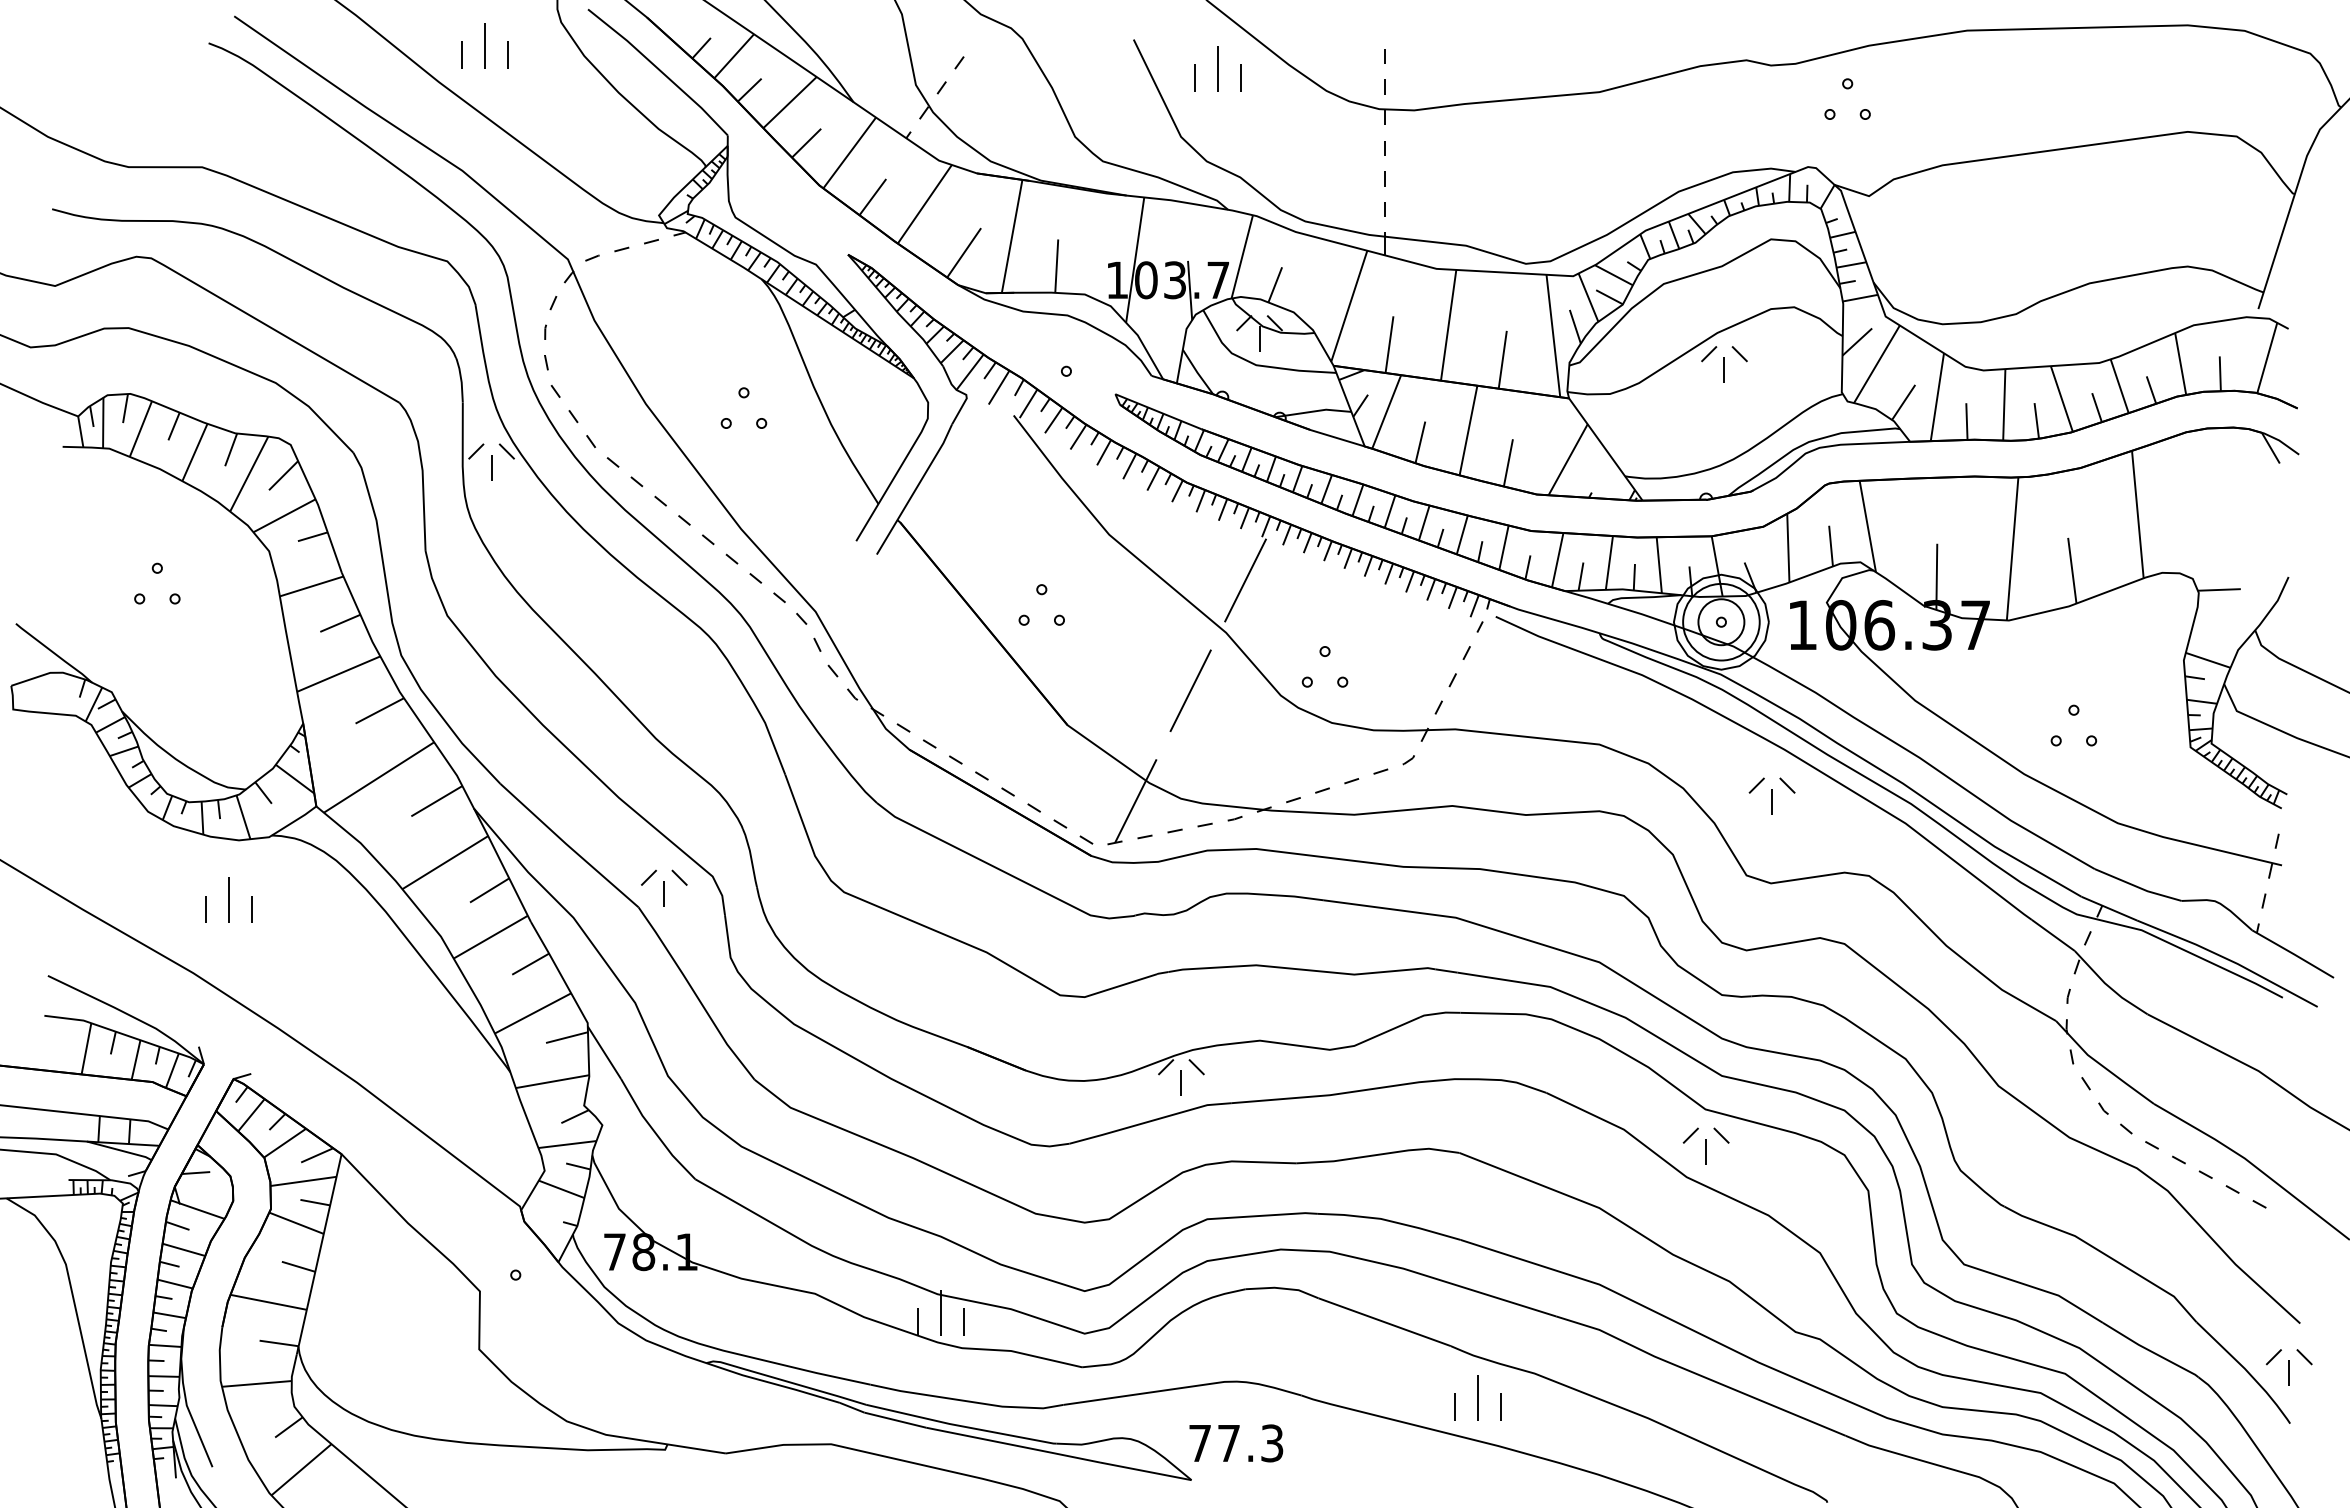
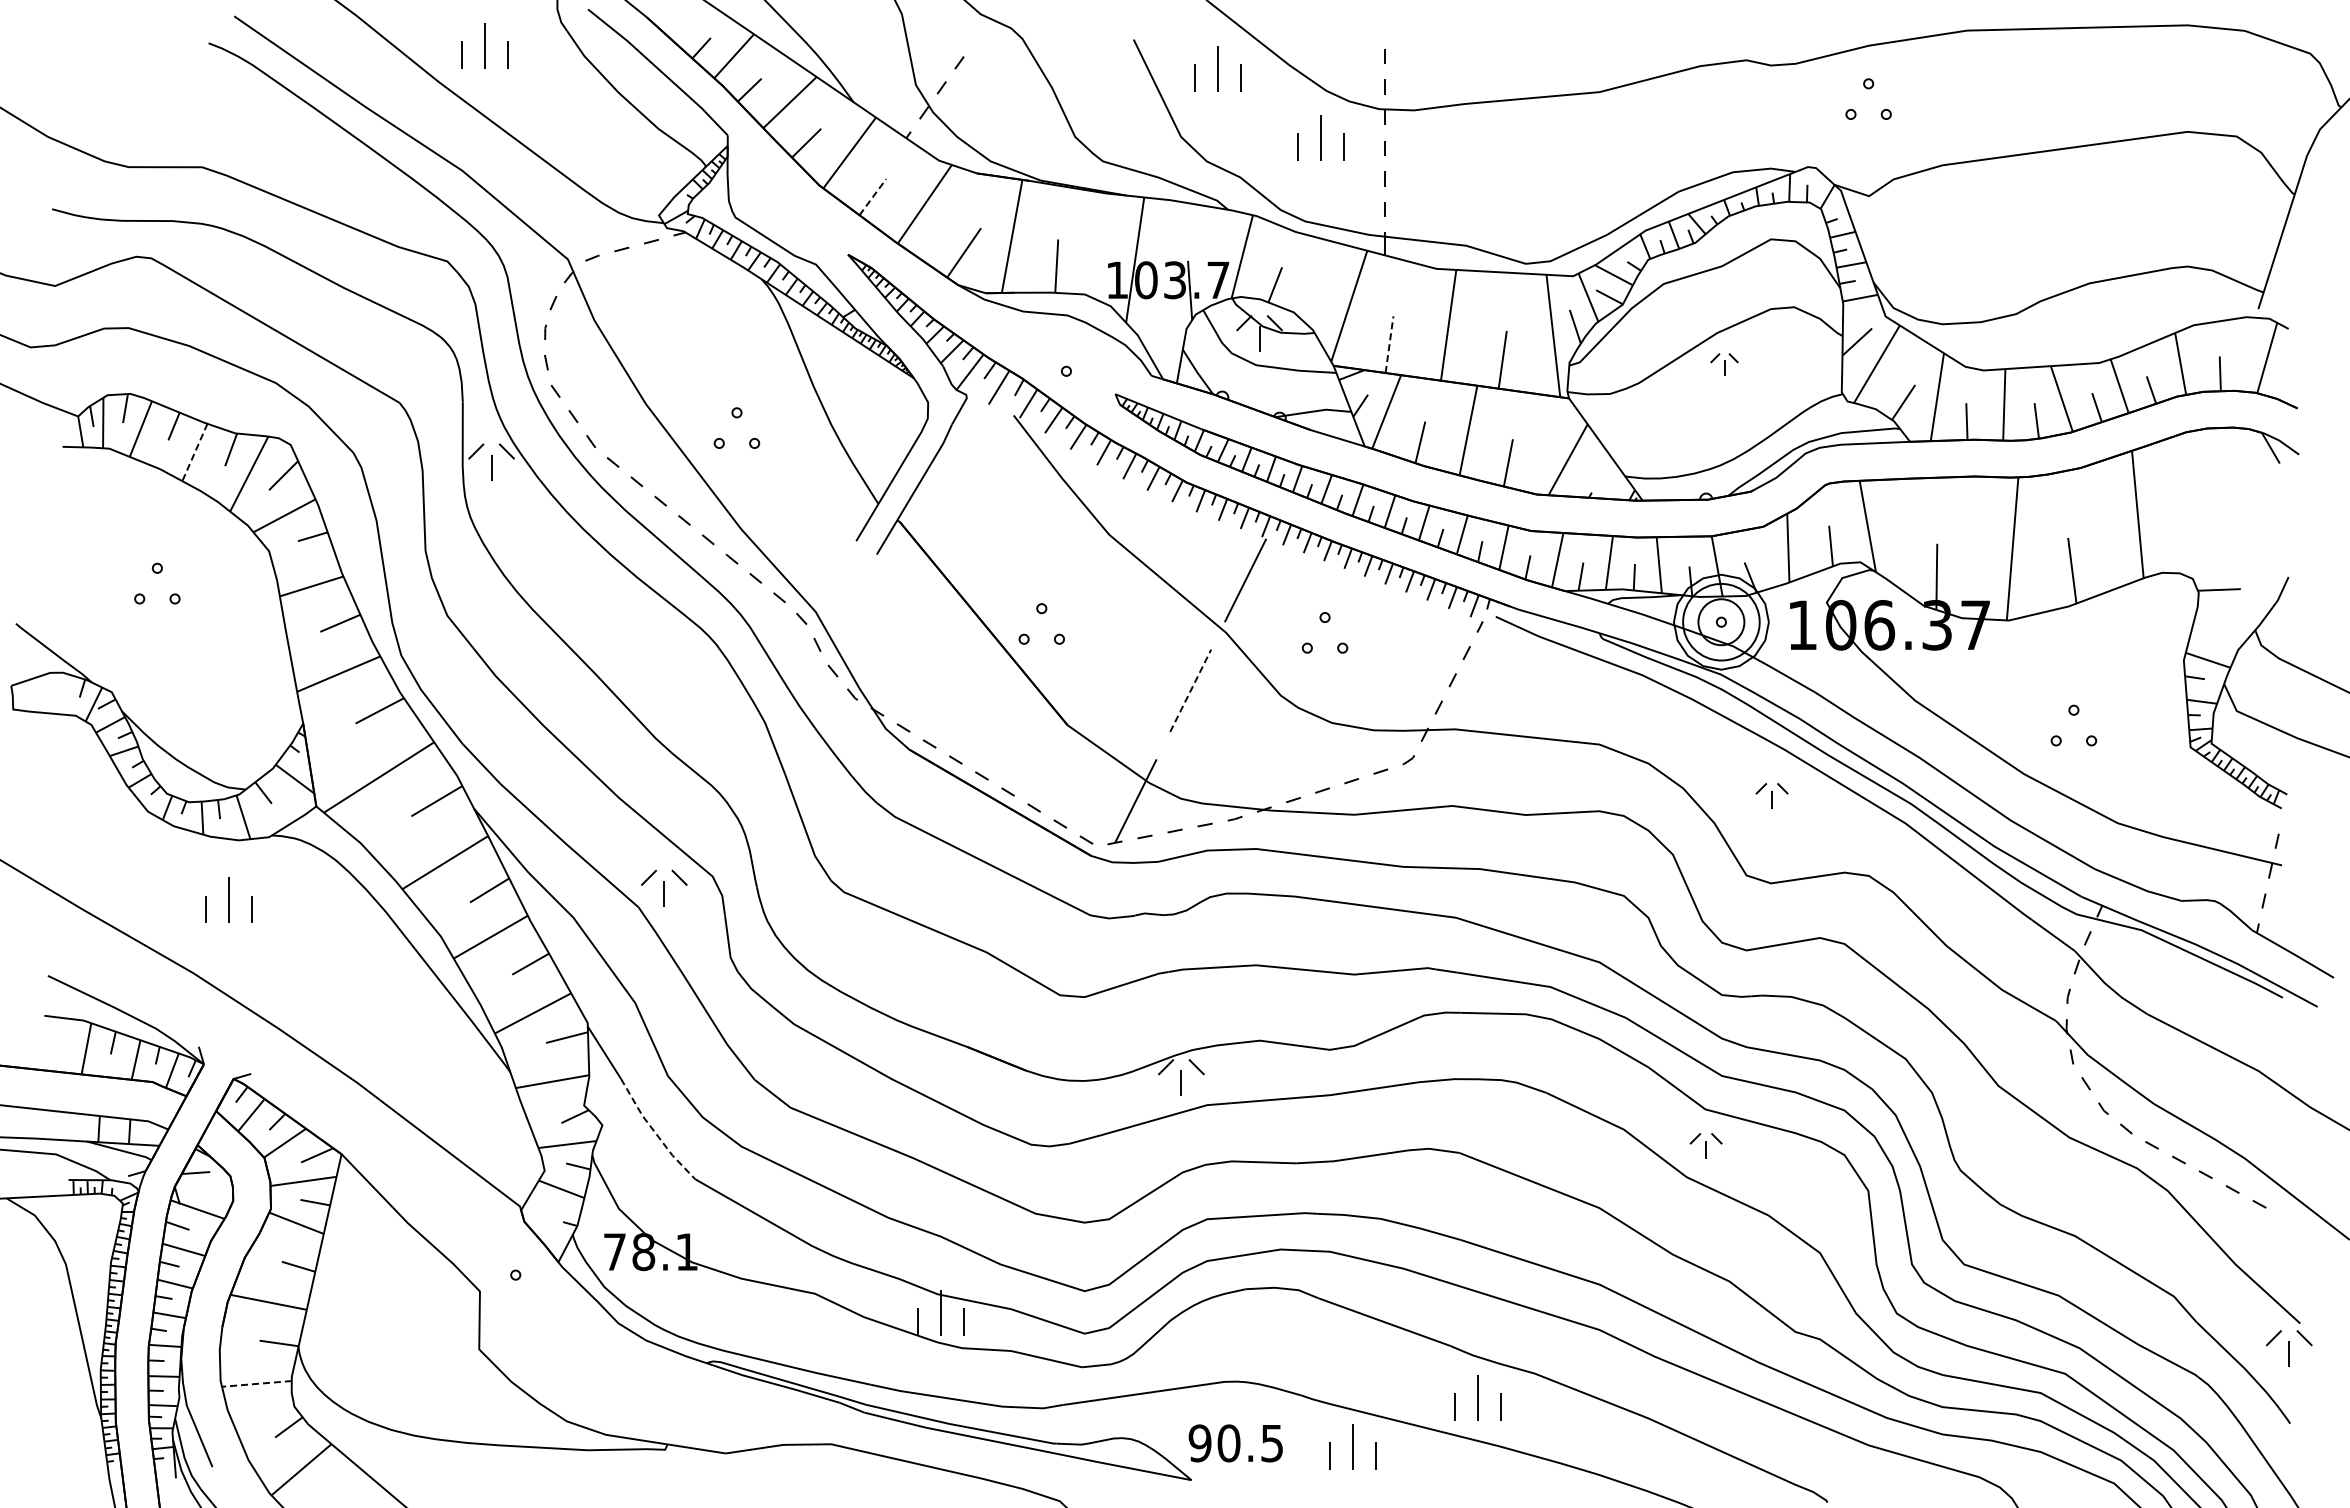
part at (1847, 89) position: (1847, 89) -> (1868, 89)
part at (1320, 137): none -> present
line at (873, 196): solid -> dashed
line at (1389, 344): solid -> dashed
part at (1724, 364) size: 47x37 px -> 29x23 px
part at (743, 398) position: (743, 398) -> (736, 418)
line at (194, 452): solid -> dashed
part at (1041, 595) position: (1041, 595) -> (1041, 614)
part at (1324, 656) position: (1324, 656) -> (1324, 622)
line at (1190, 690): solid -> dashed
part at (1771, 795) size: 48x38 px -> 34x26 px
line at (654, 1131): solid -> dashed
part at (1705, 1145) size: 48x38 px -> 34x26 px
part at (2288, 1367) position: (2288, 1367) -> (2288, 1348)
line at (256, 1383): solid -> dashed
text at (1235, 1443): 77.3 -> 90.5
part at (1352, 1446): none -> present
